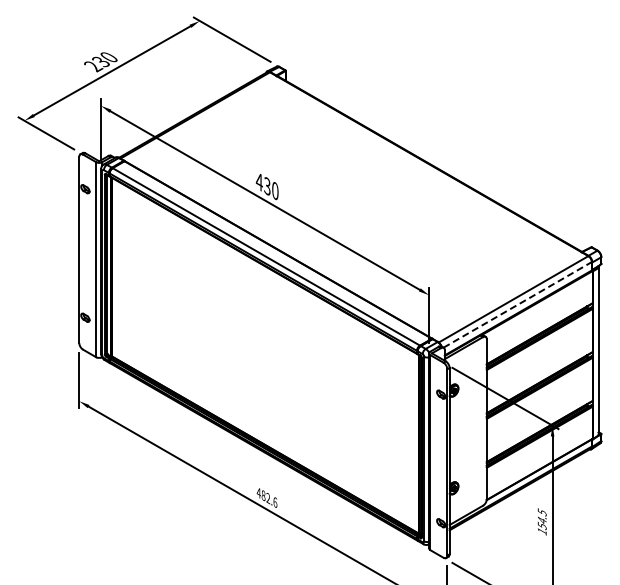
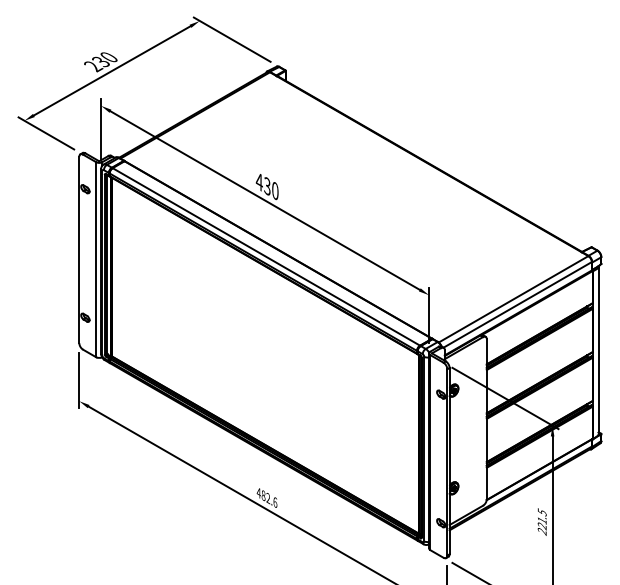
line at (517, 304): dashed -> solid
text at (541, 525): 154.5 -> 221.5
